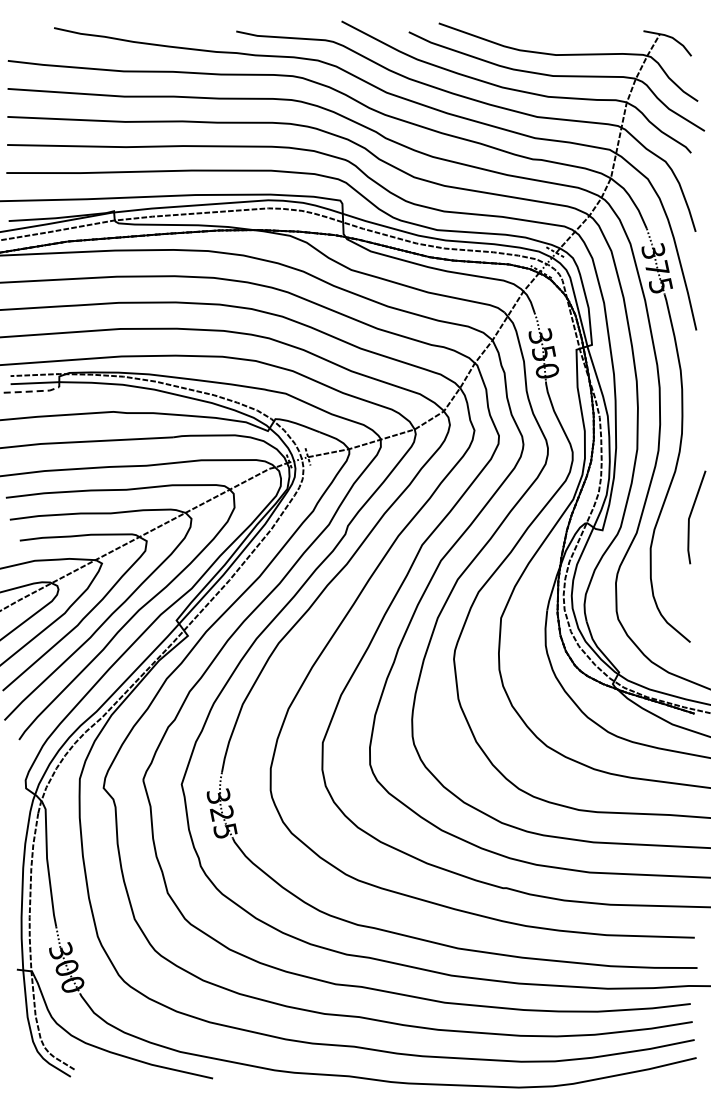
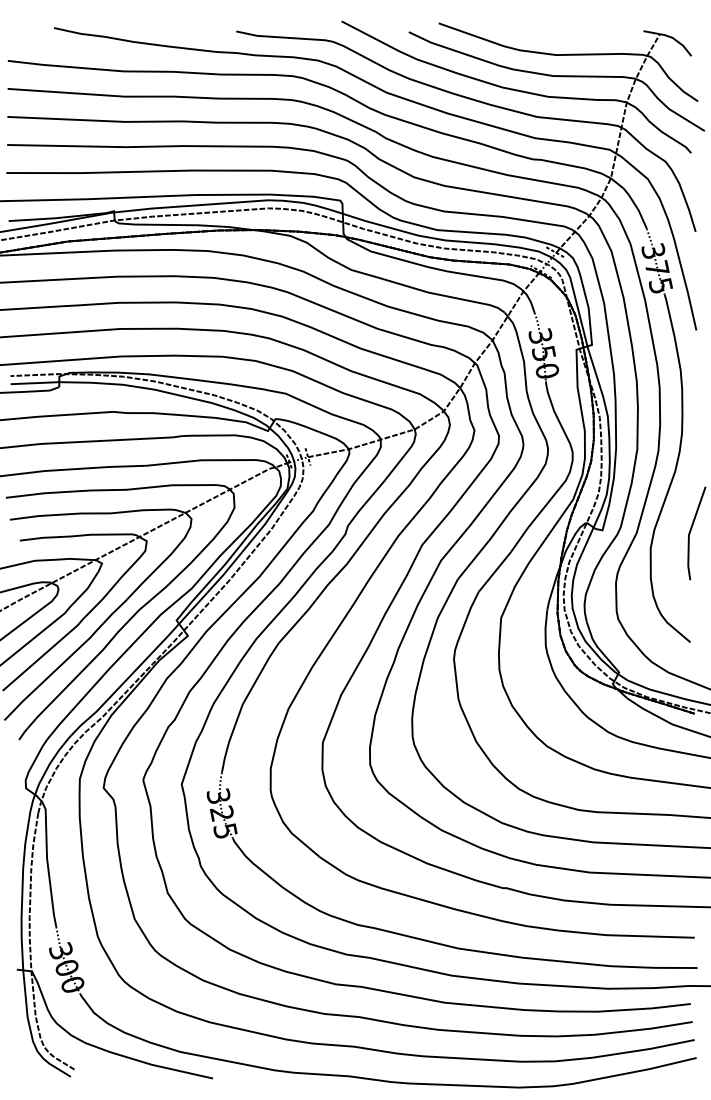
line at (30, 391): dashed -> solid
line at (691, 515) position: (691, 515) -> (691, 531)
